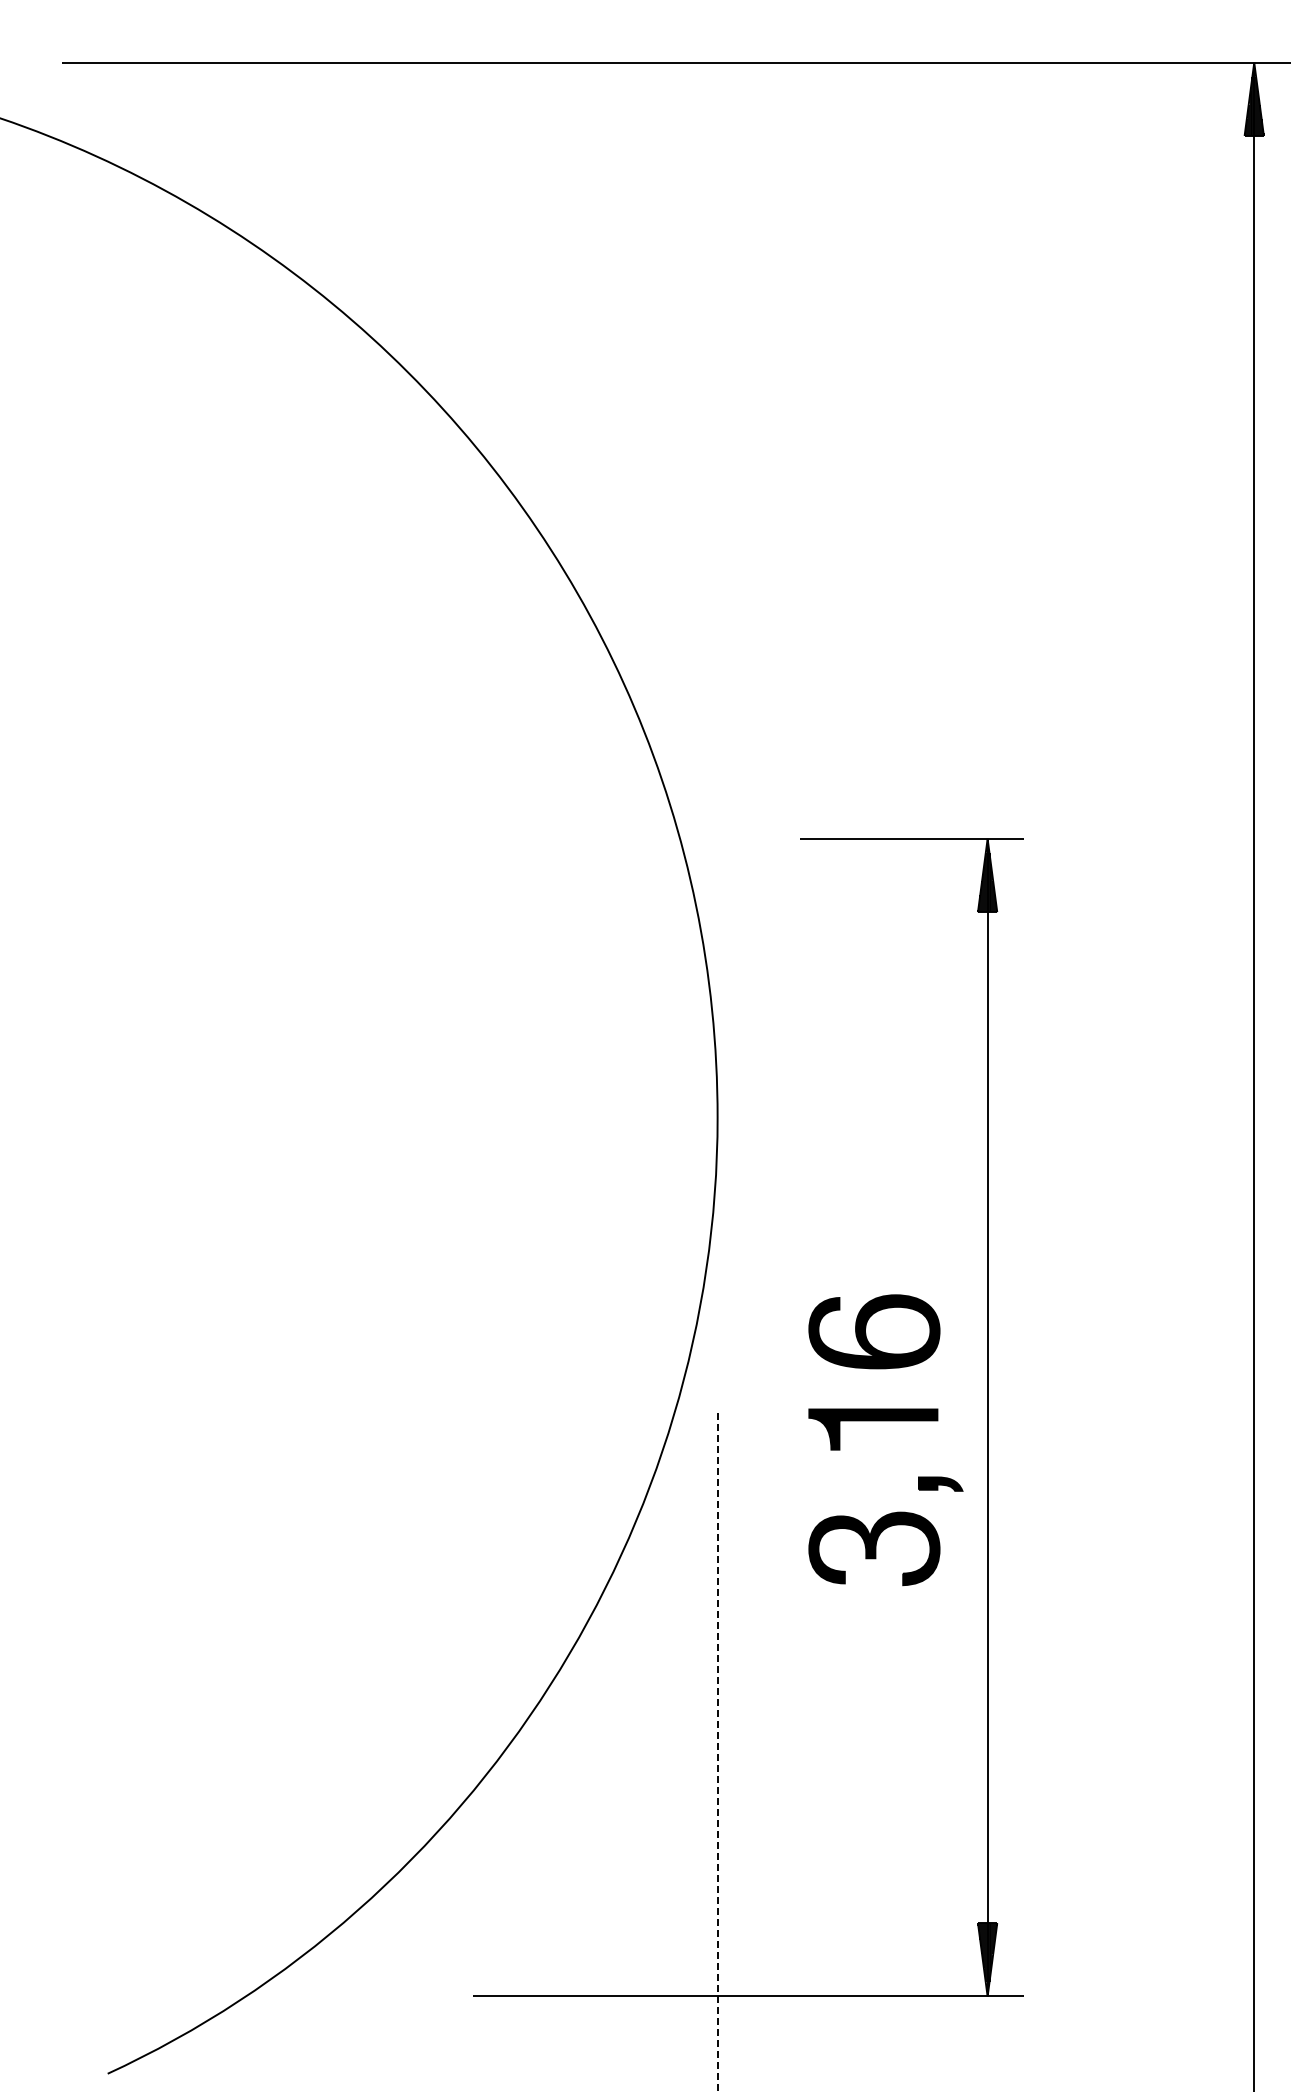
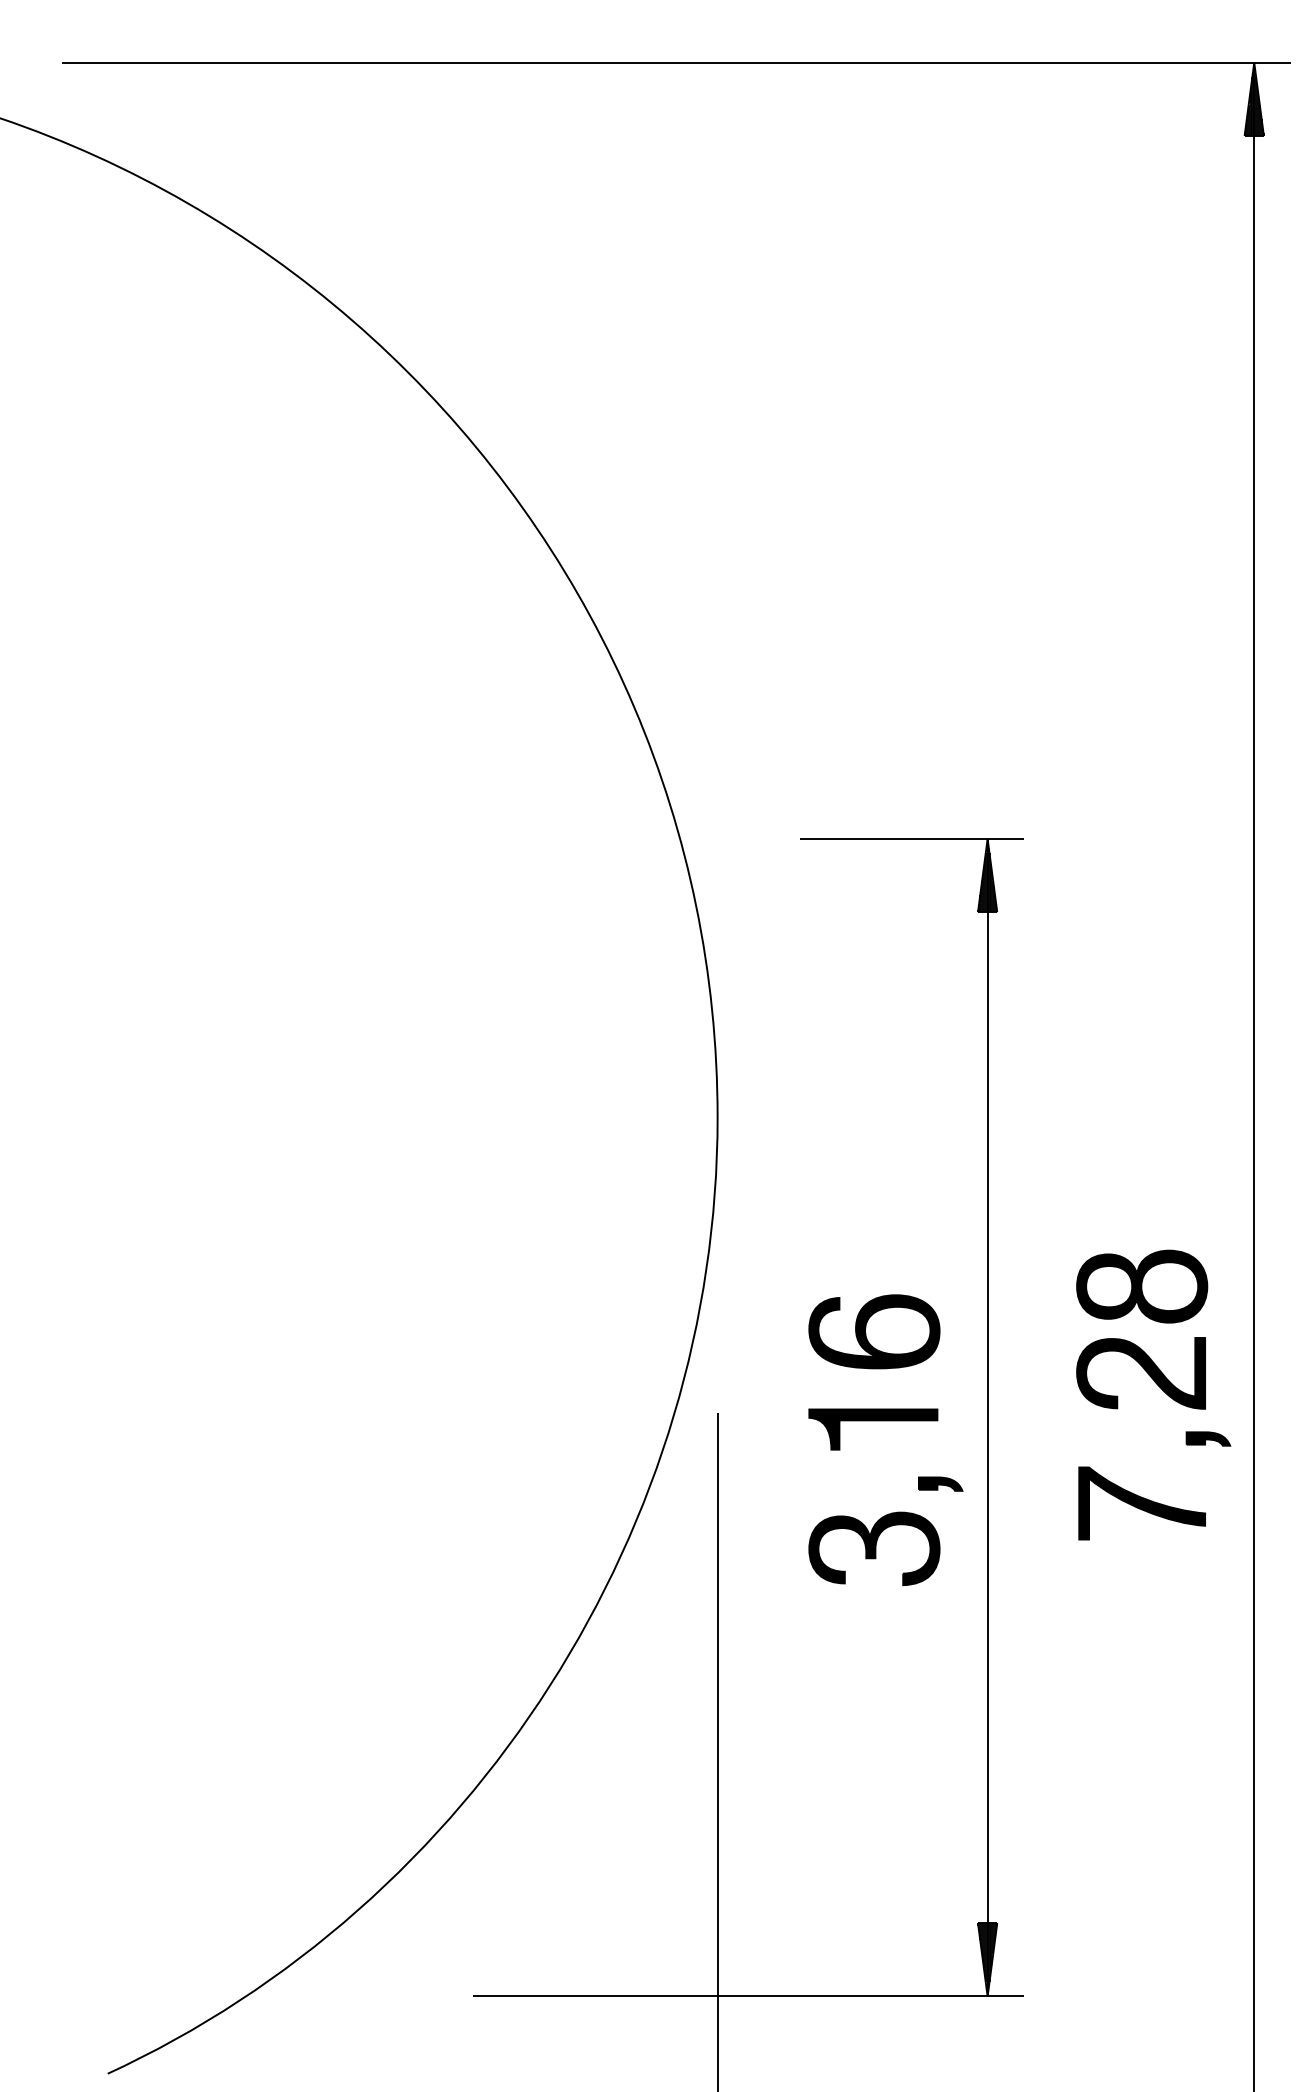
part at (1159, 1387): none -> present
line at (717, 1752): dashed -> solid
